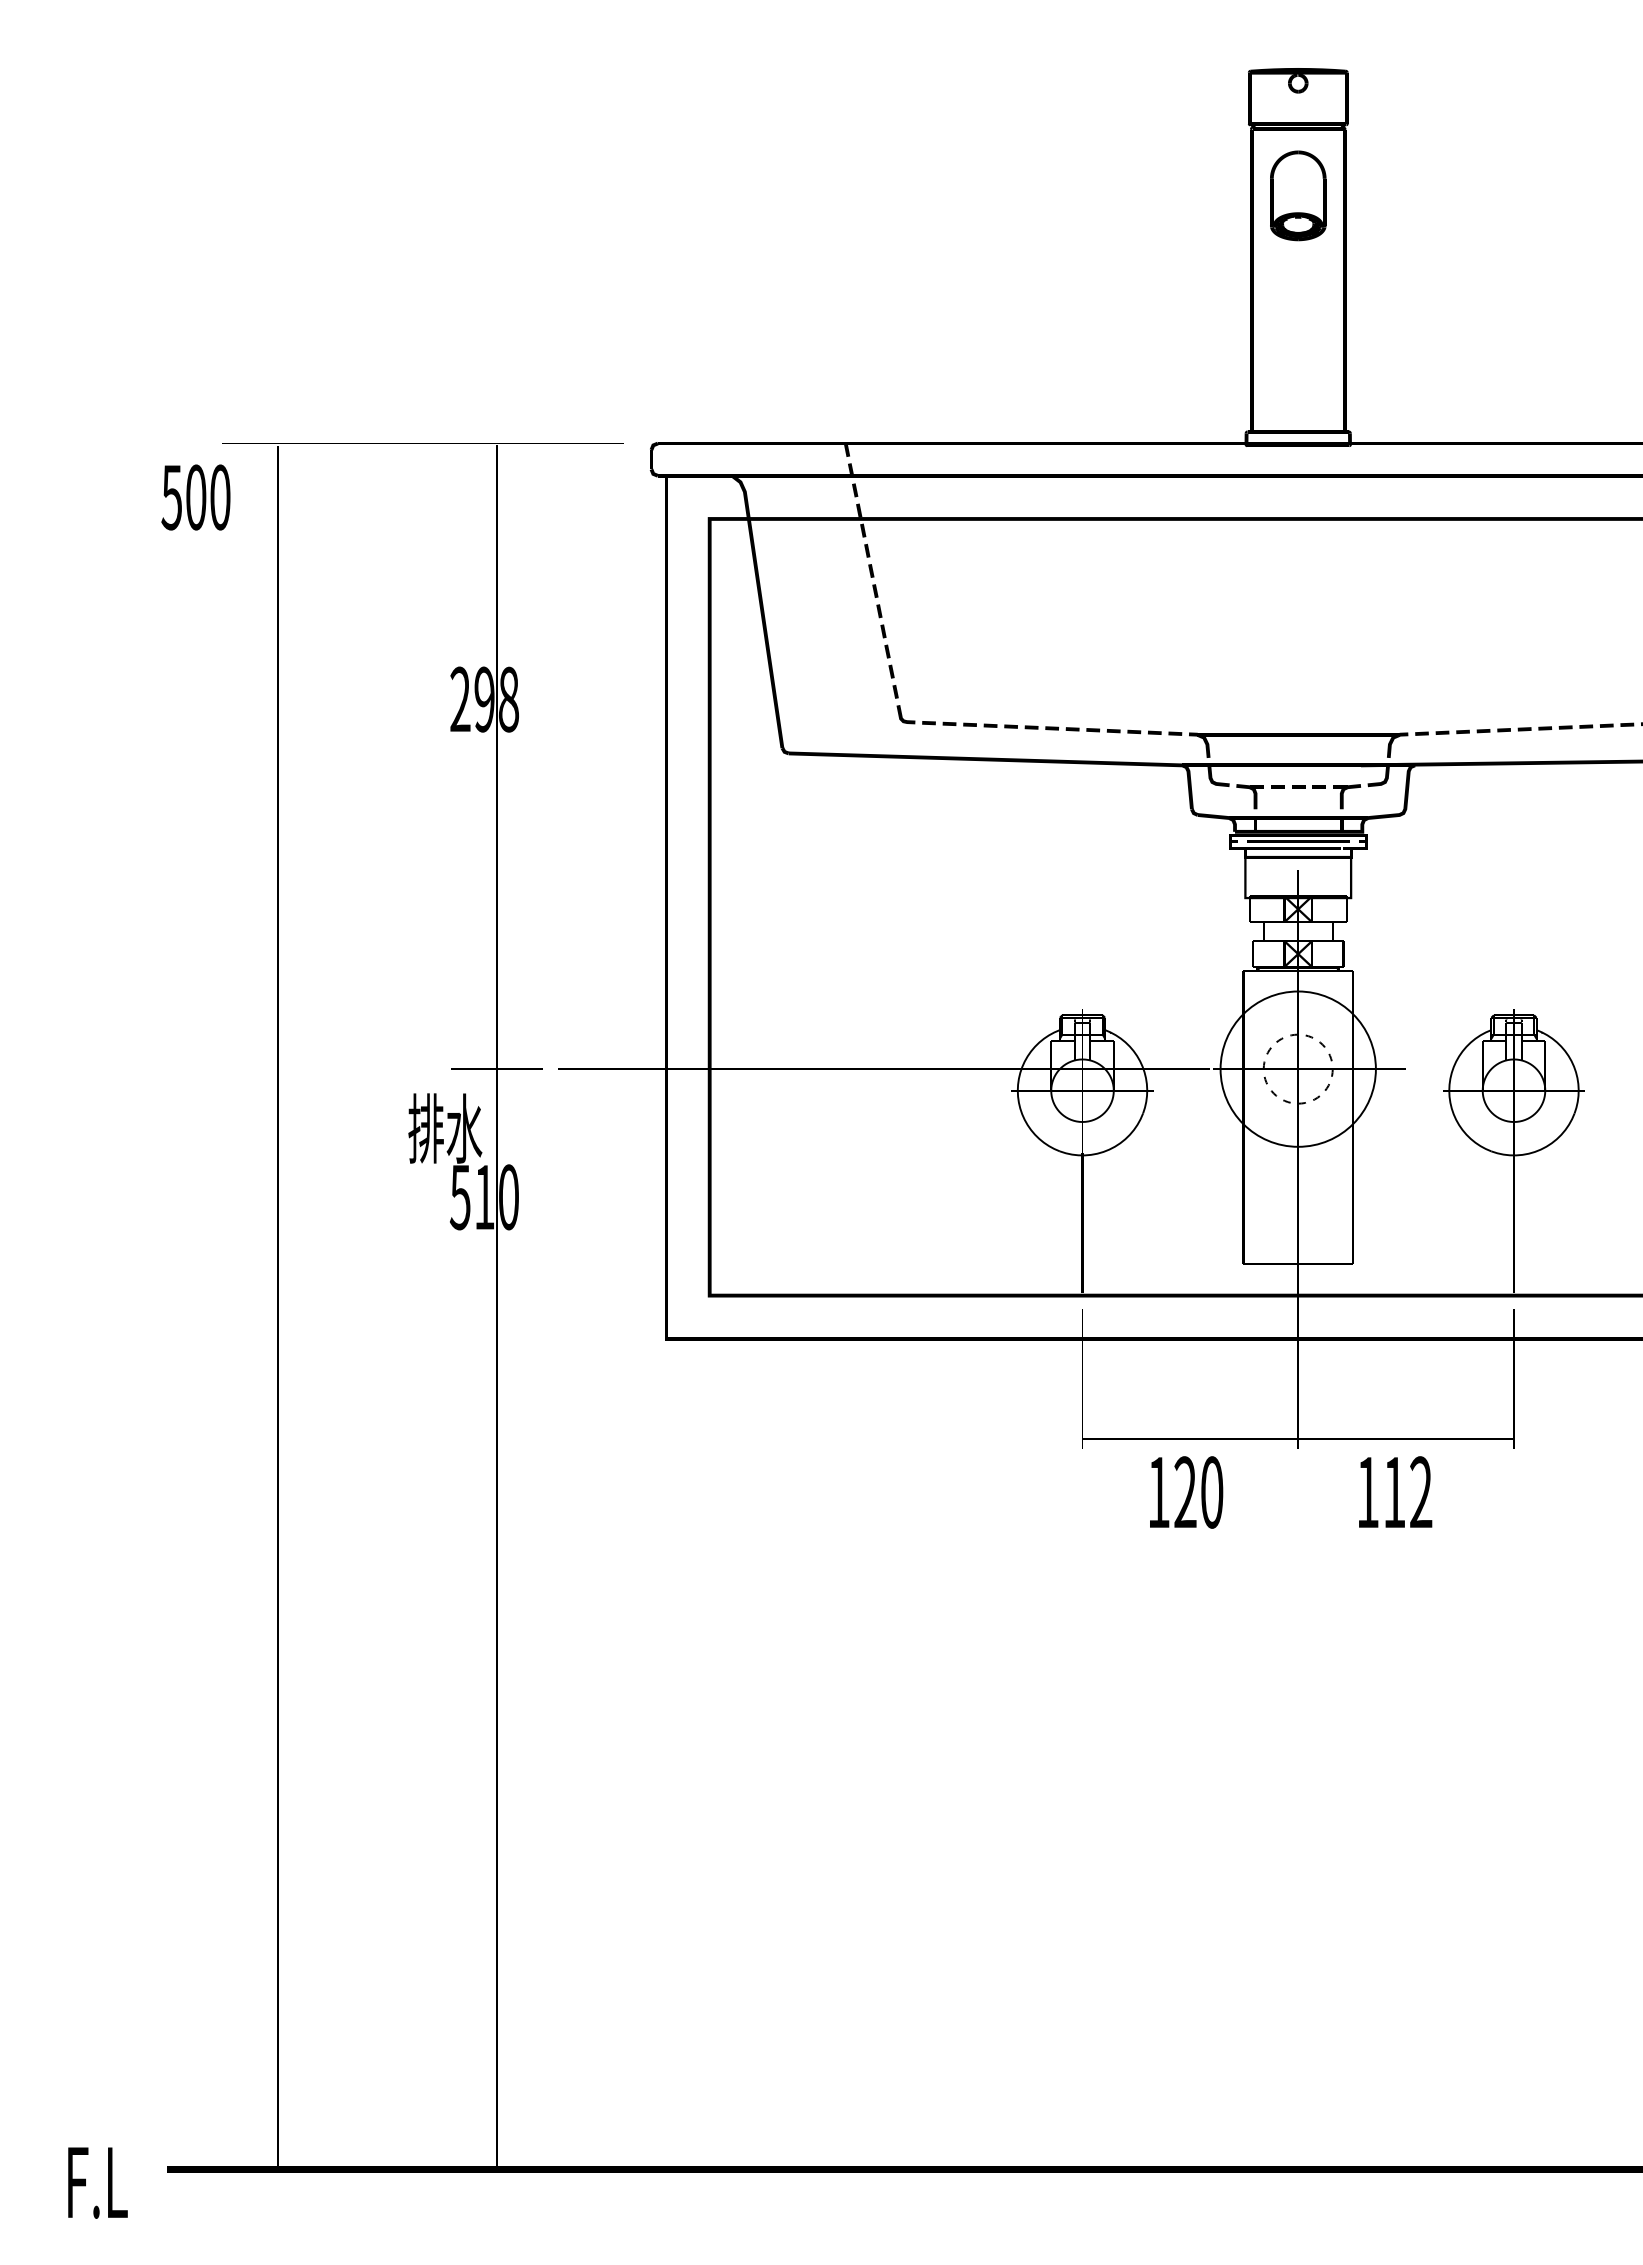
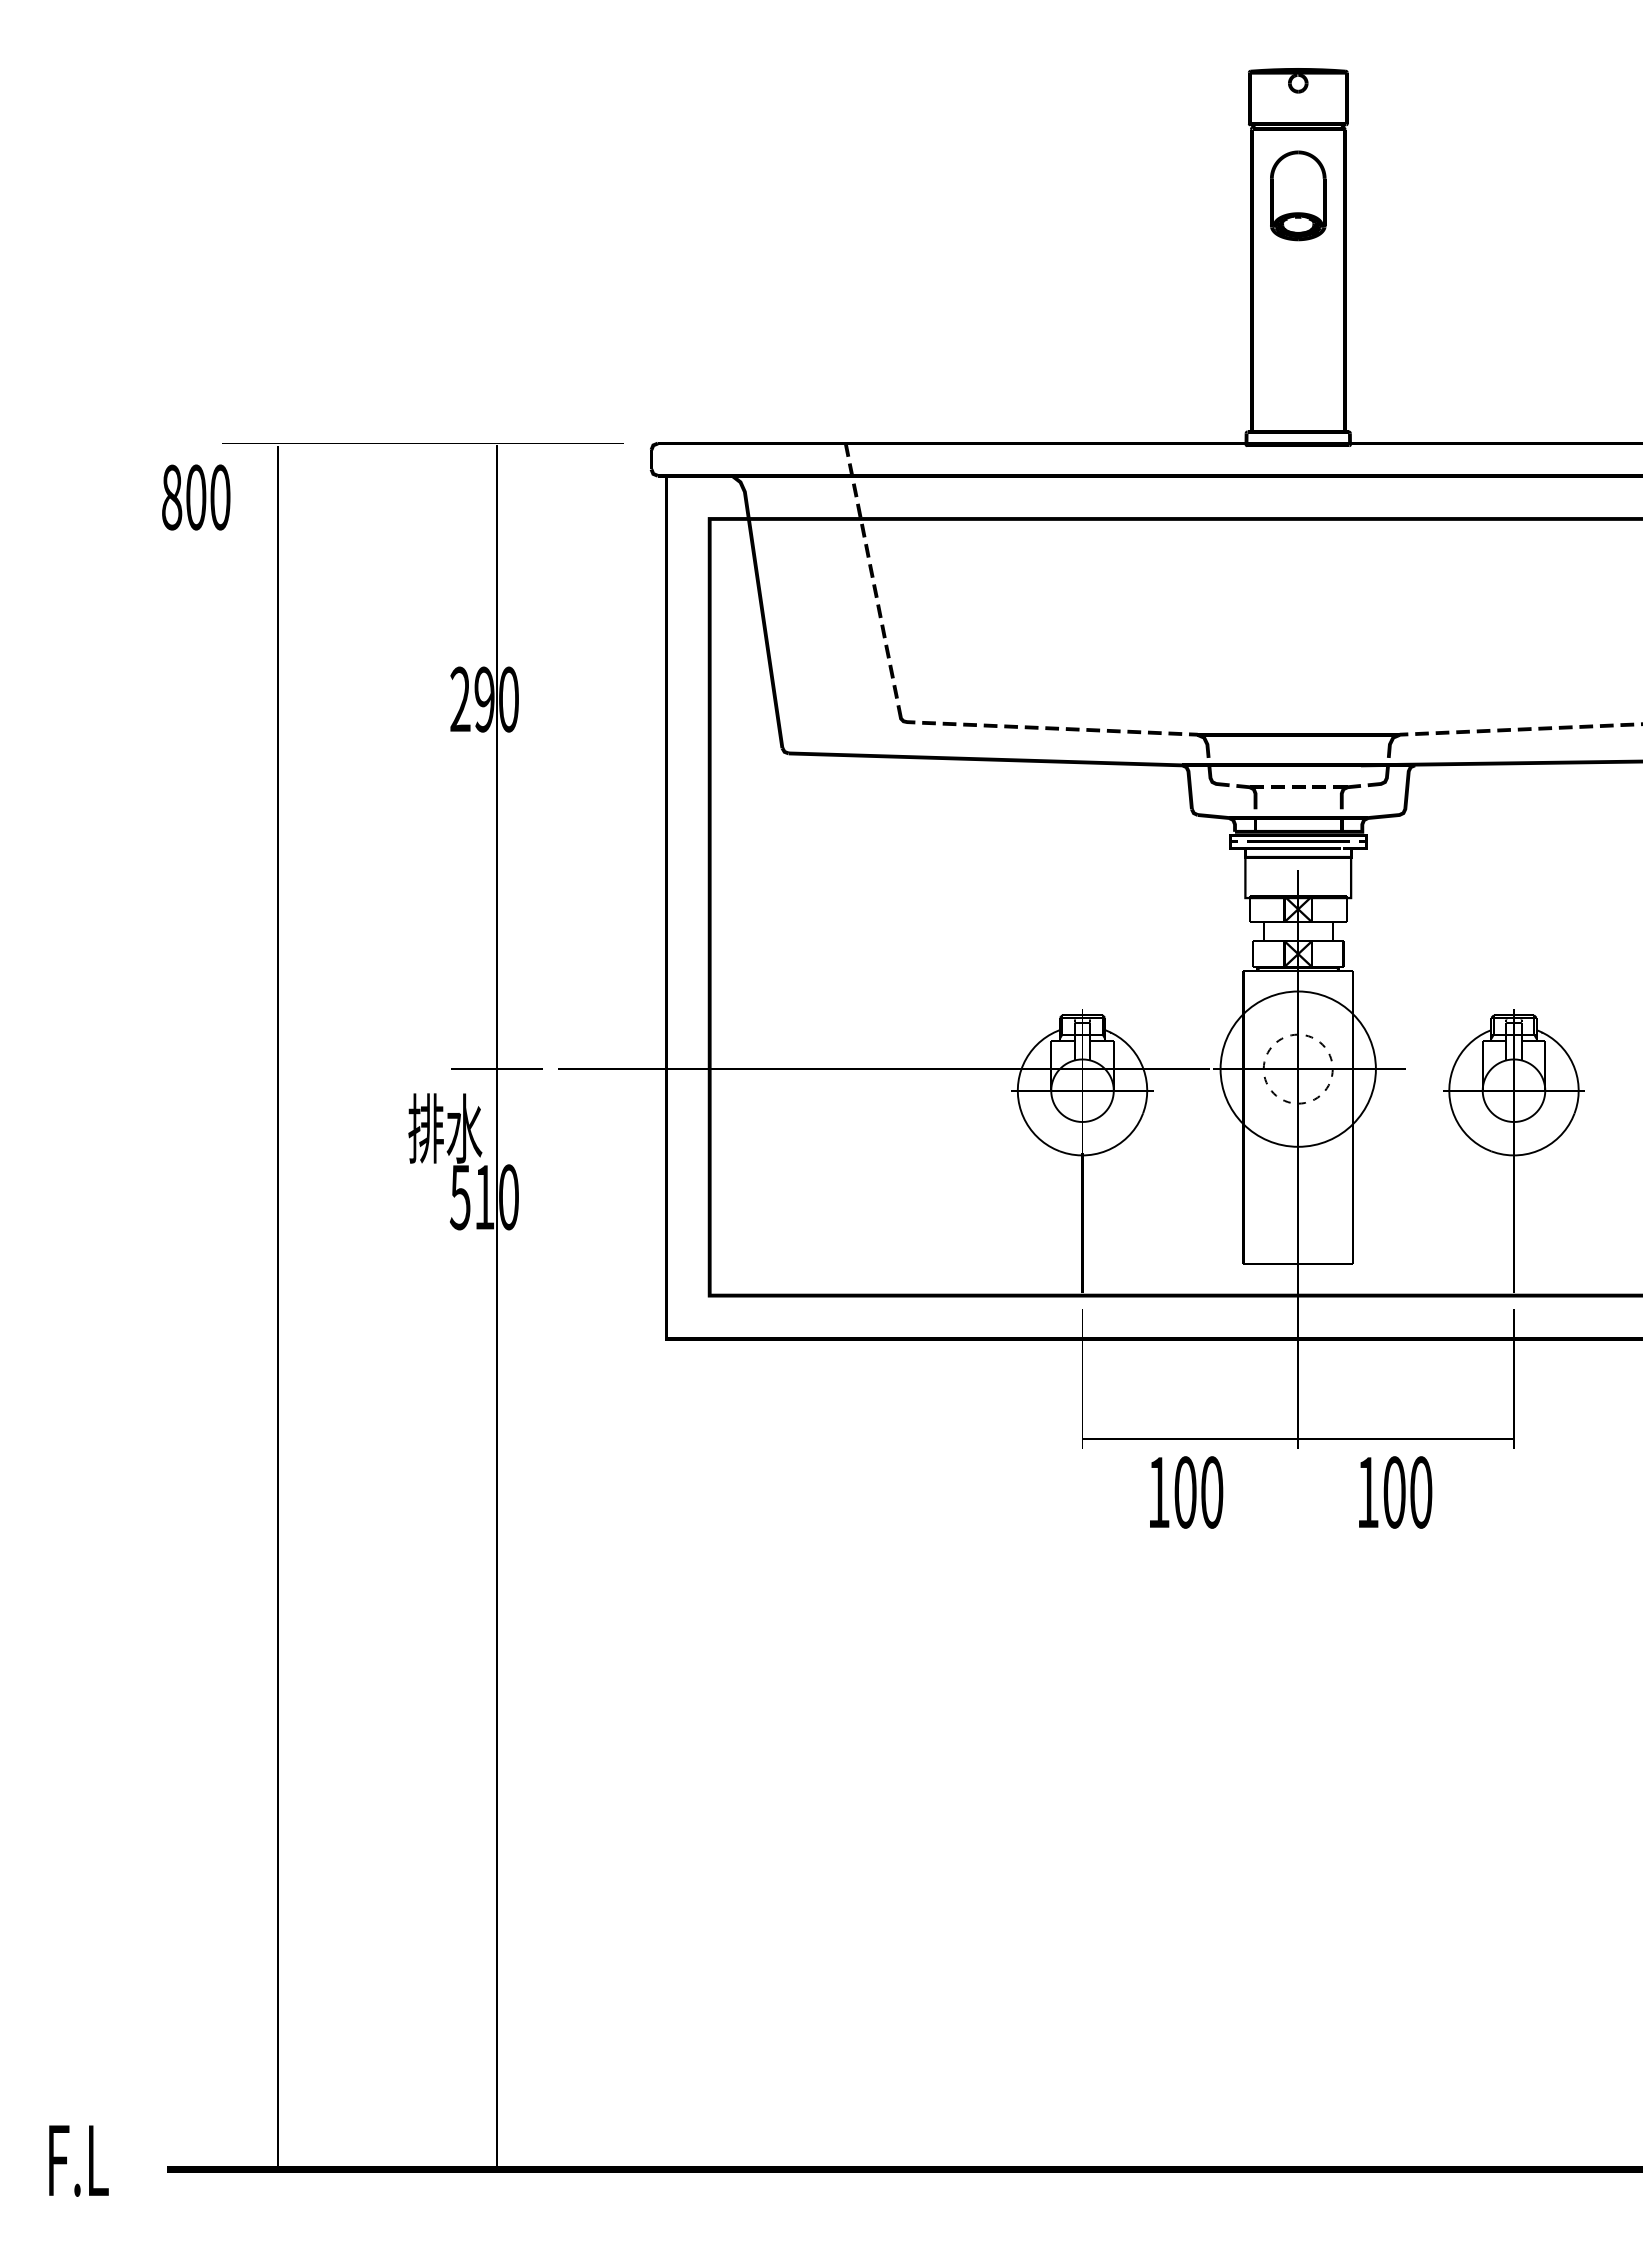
text at (171, 497): 500 -> 800
text at (508, 699): 298 -> 290
text at (1185, 1492): 120 -> 100
text at (1407, 1492): 112 -> 100
text at (97, 2182) position: (97, 2182) -> (78, 2160)
